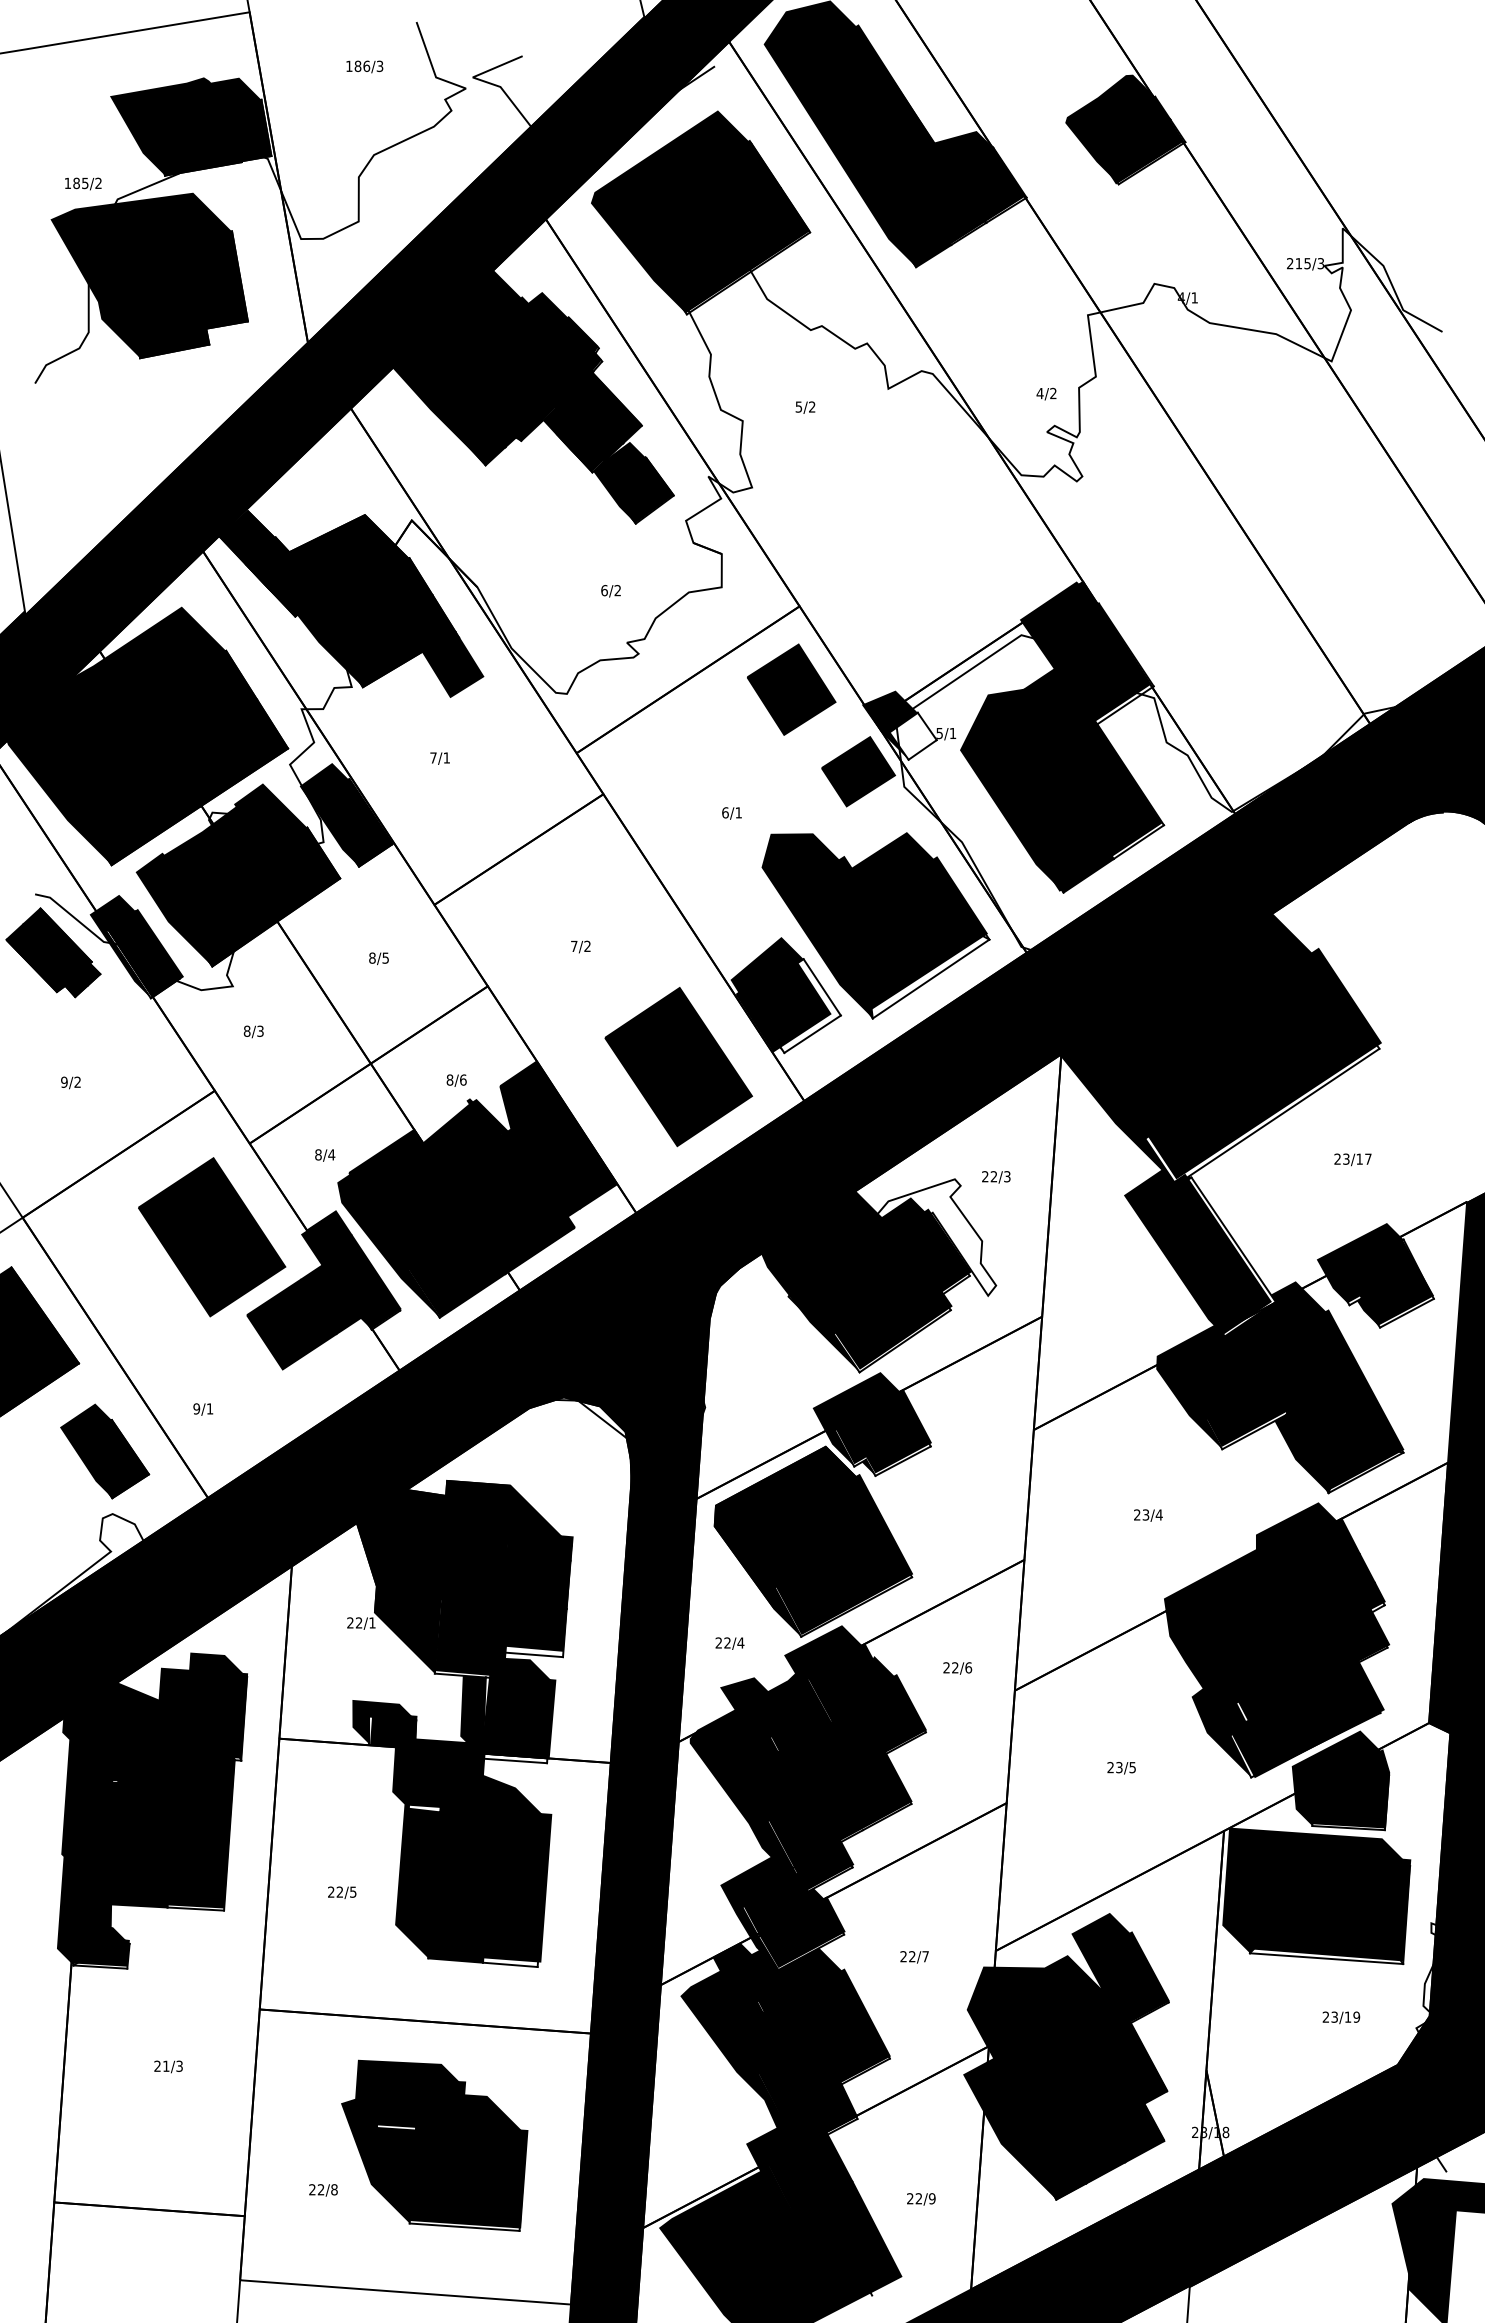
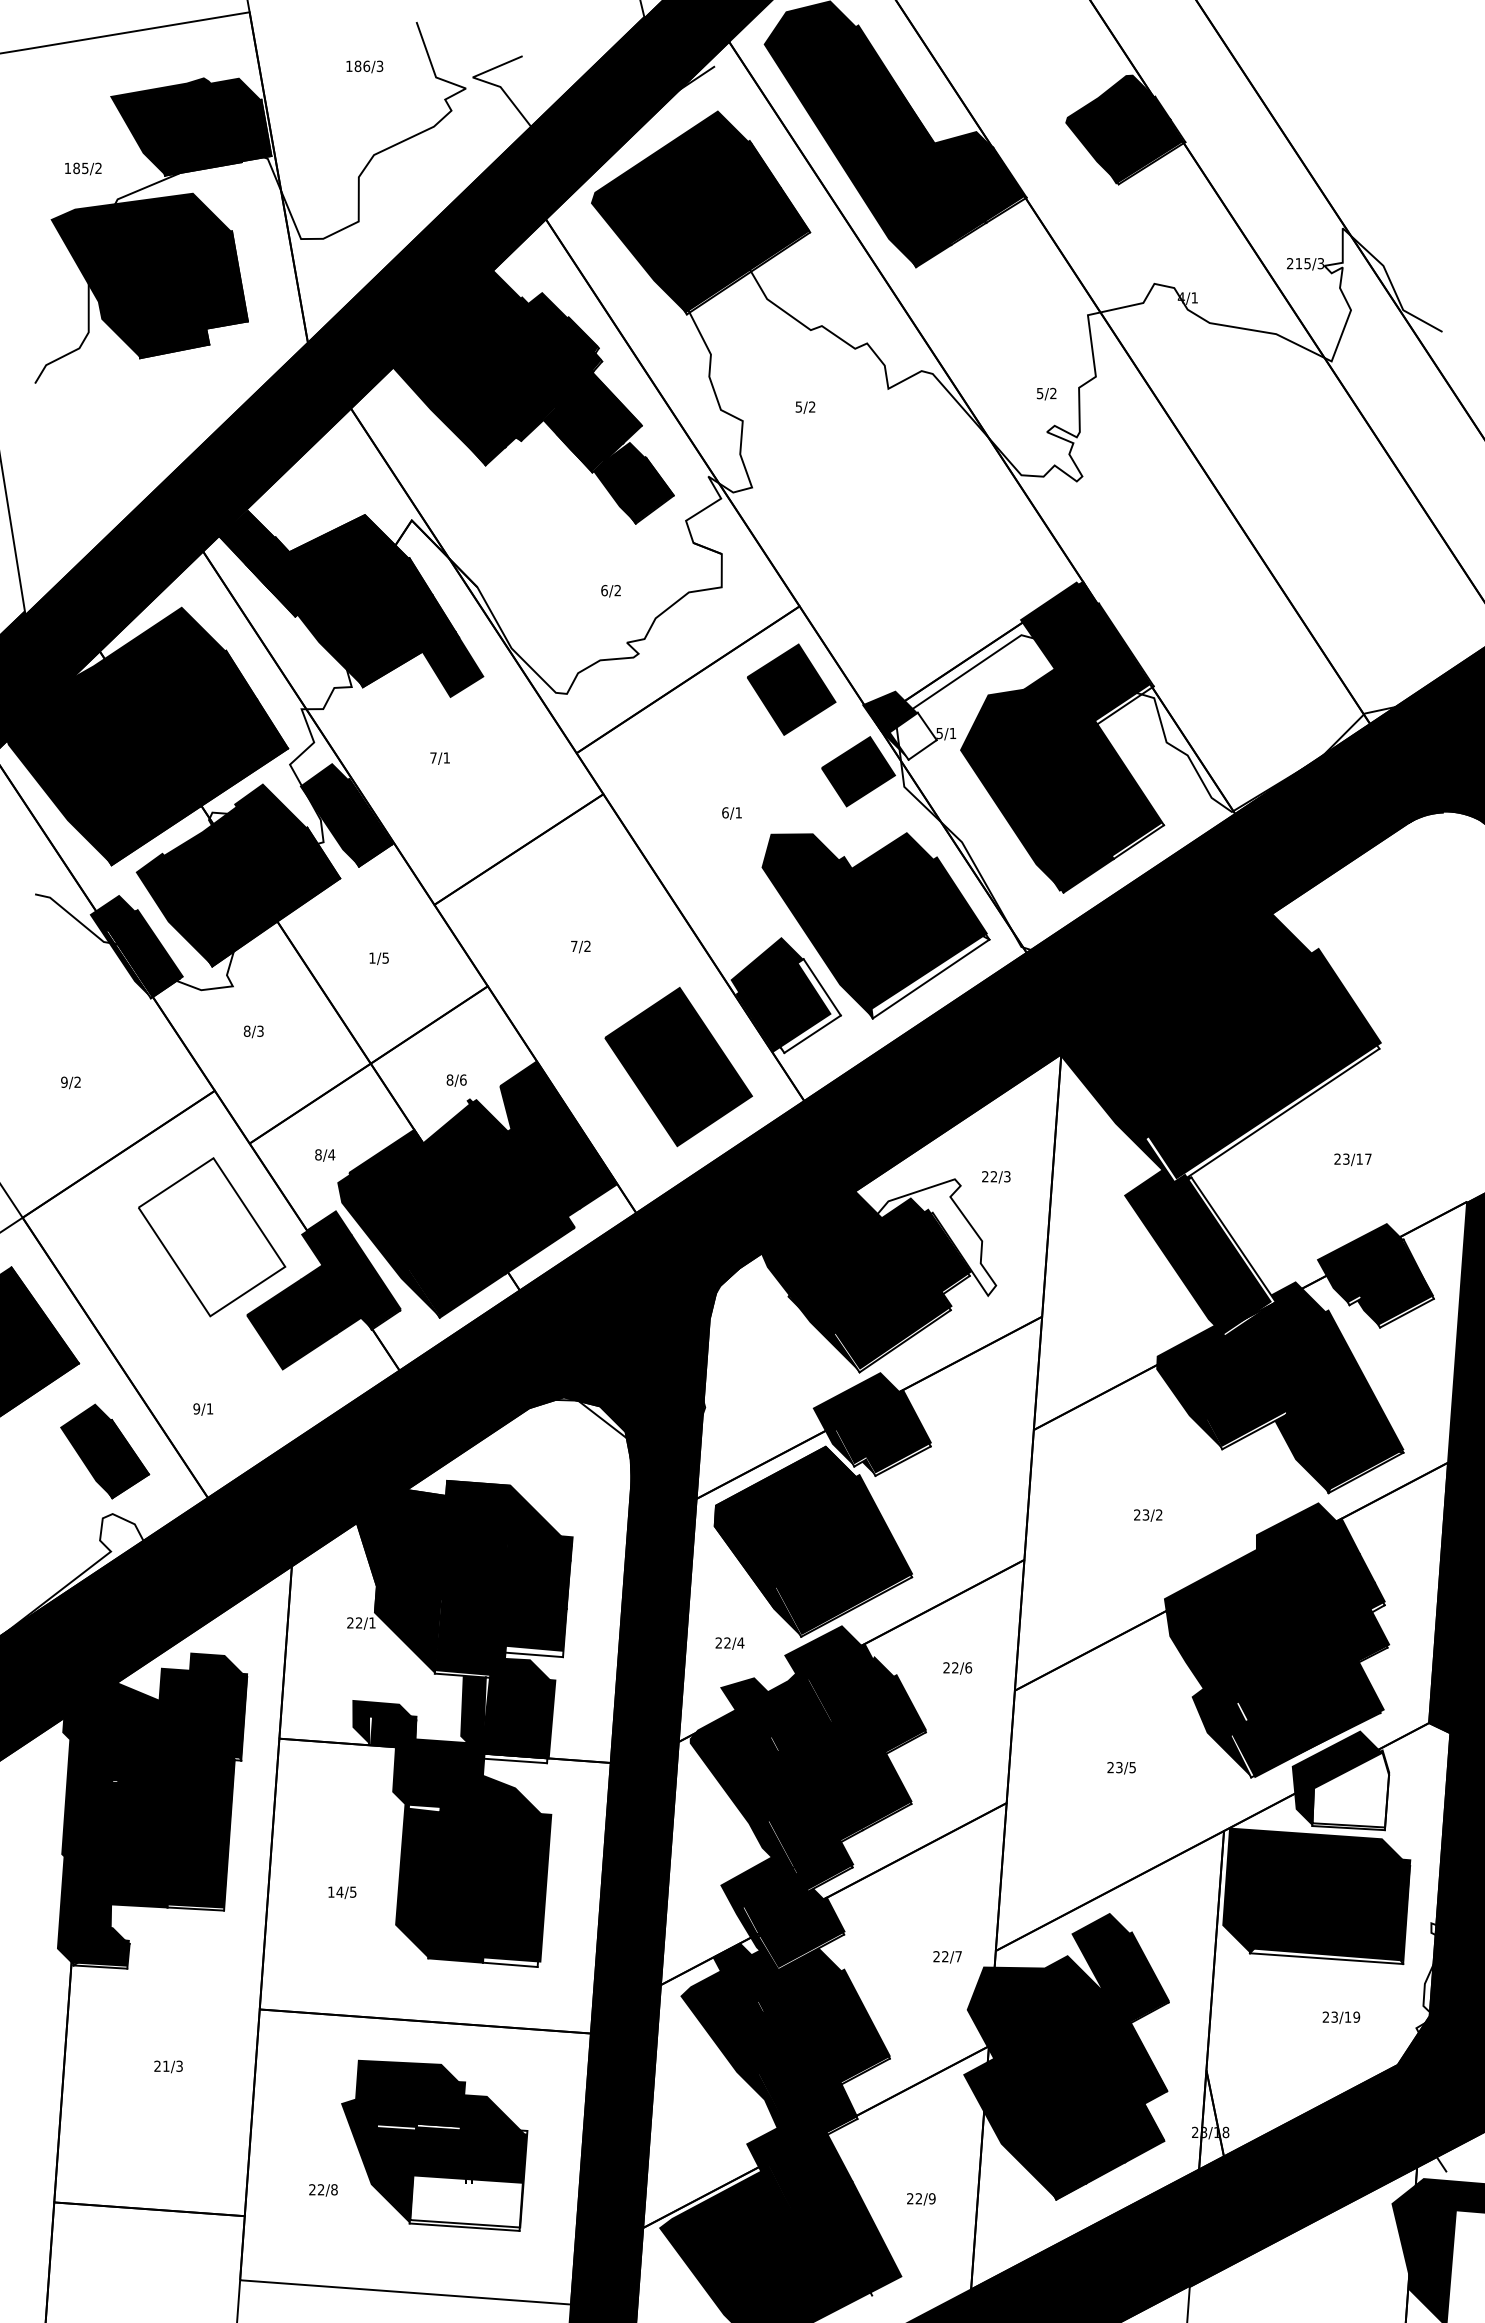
text at (83, 183) position: (83, 183) -> (83, 168)
text at (1039, 393): 4/2 -> 5/2
part at (53, 952): present -> none
text at (372, 957): 8/5 -> 1/5
fill at (211, 1237): present -> none
text at (1158, 1514): 23/4 -> 23/2
fill at (1350, 1788): present -> none
text at (335, 1891): 22/5 -> 14/5
text at (914, 1957) position: (914, 1957) -> (947, 1957)
fill at (468, 2175): present -> none
